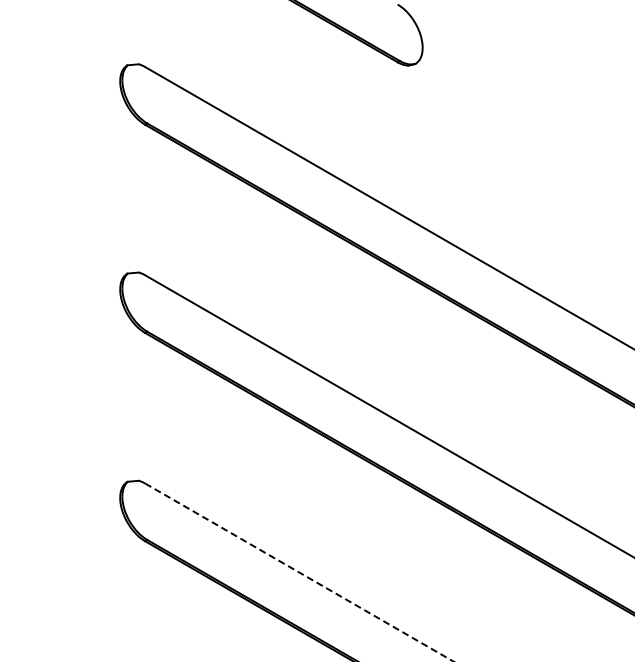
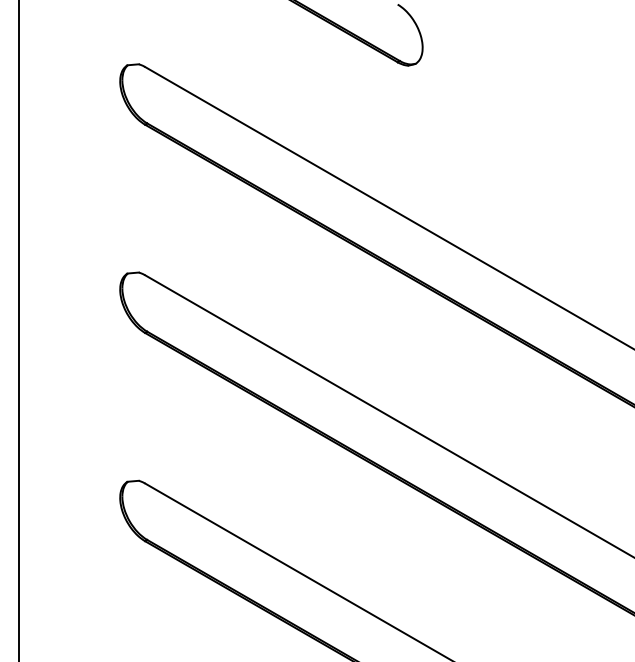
line at (18, 330): none -> present
line at (300, 572): dashed -> solid
